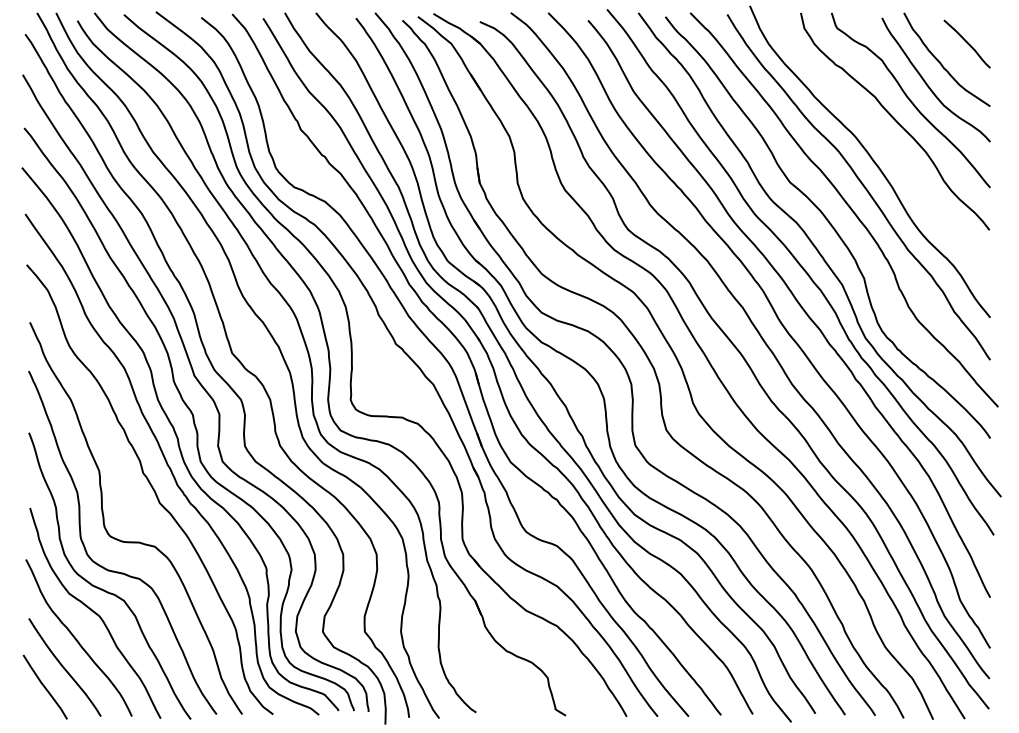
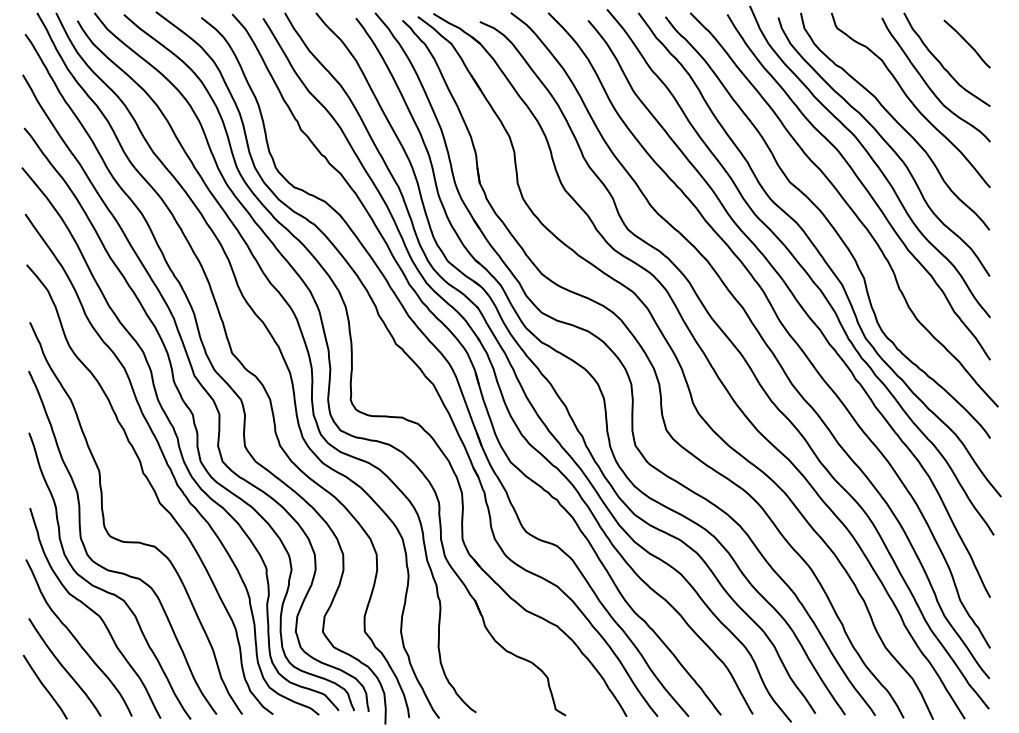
curve at (886, 144): none -> present
